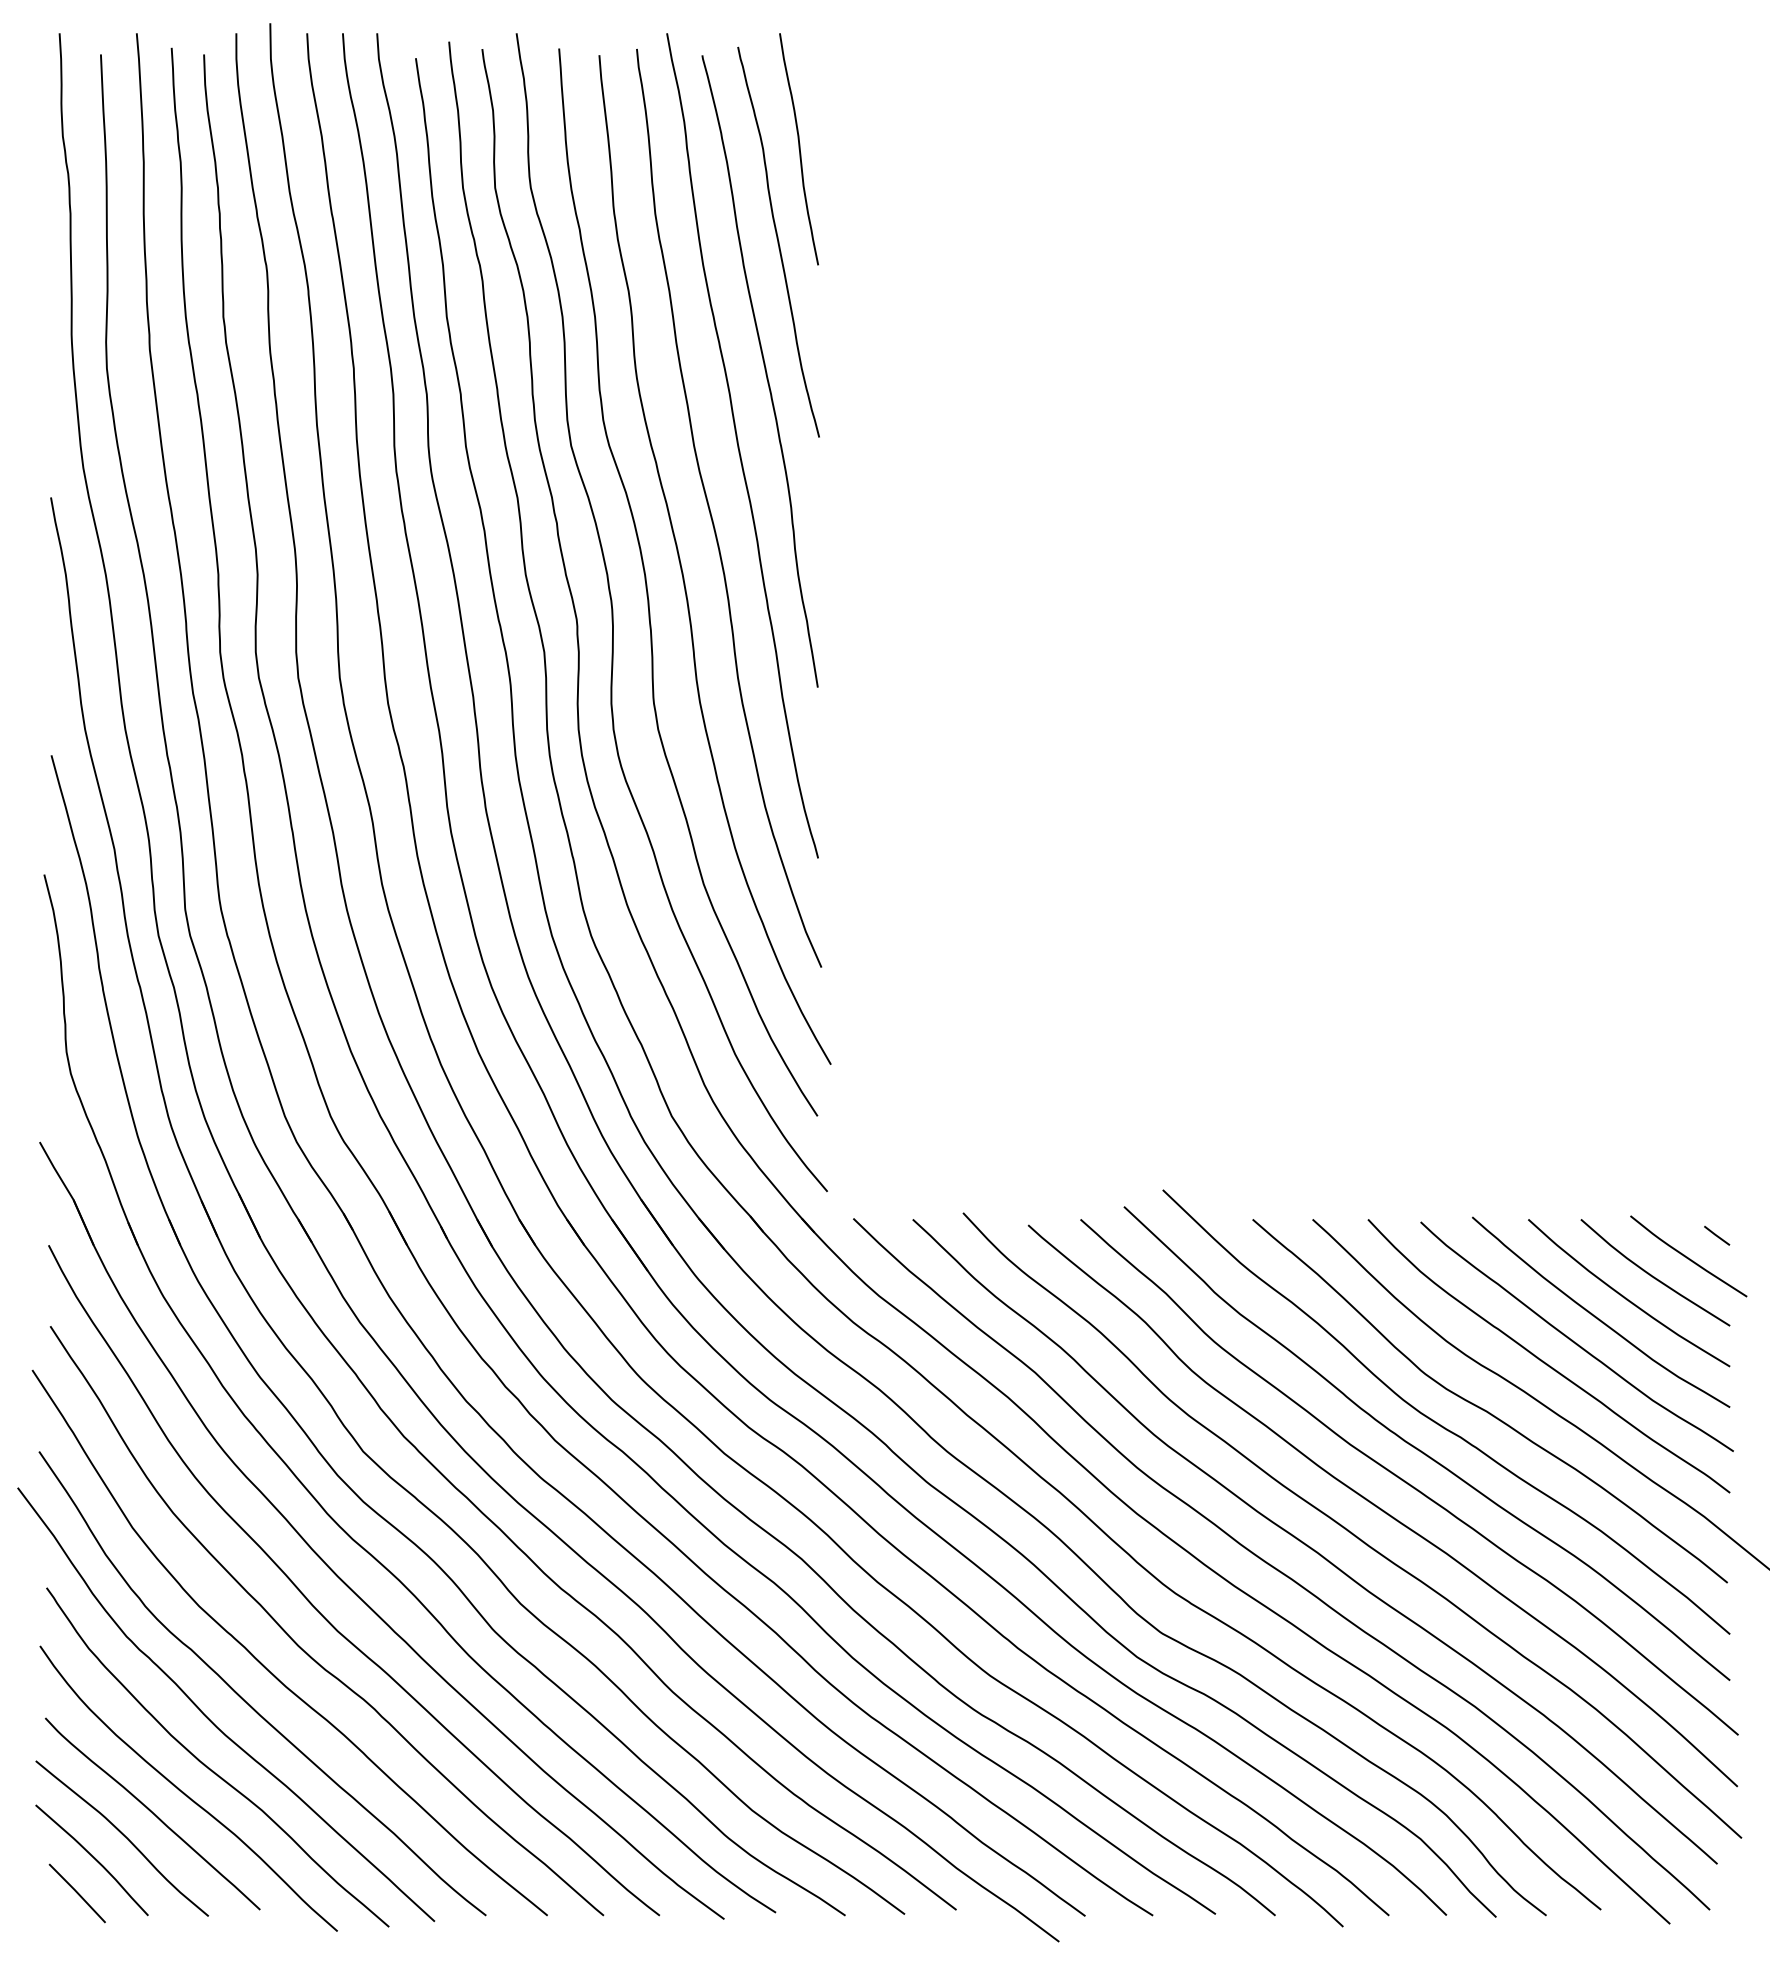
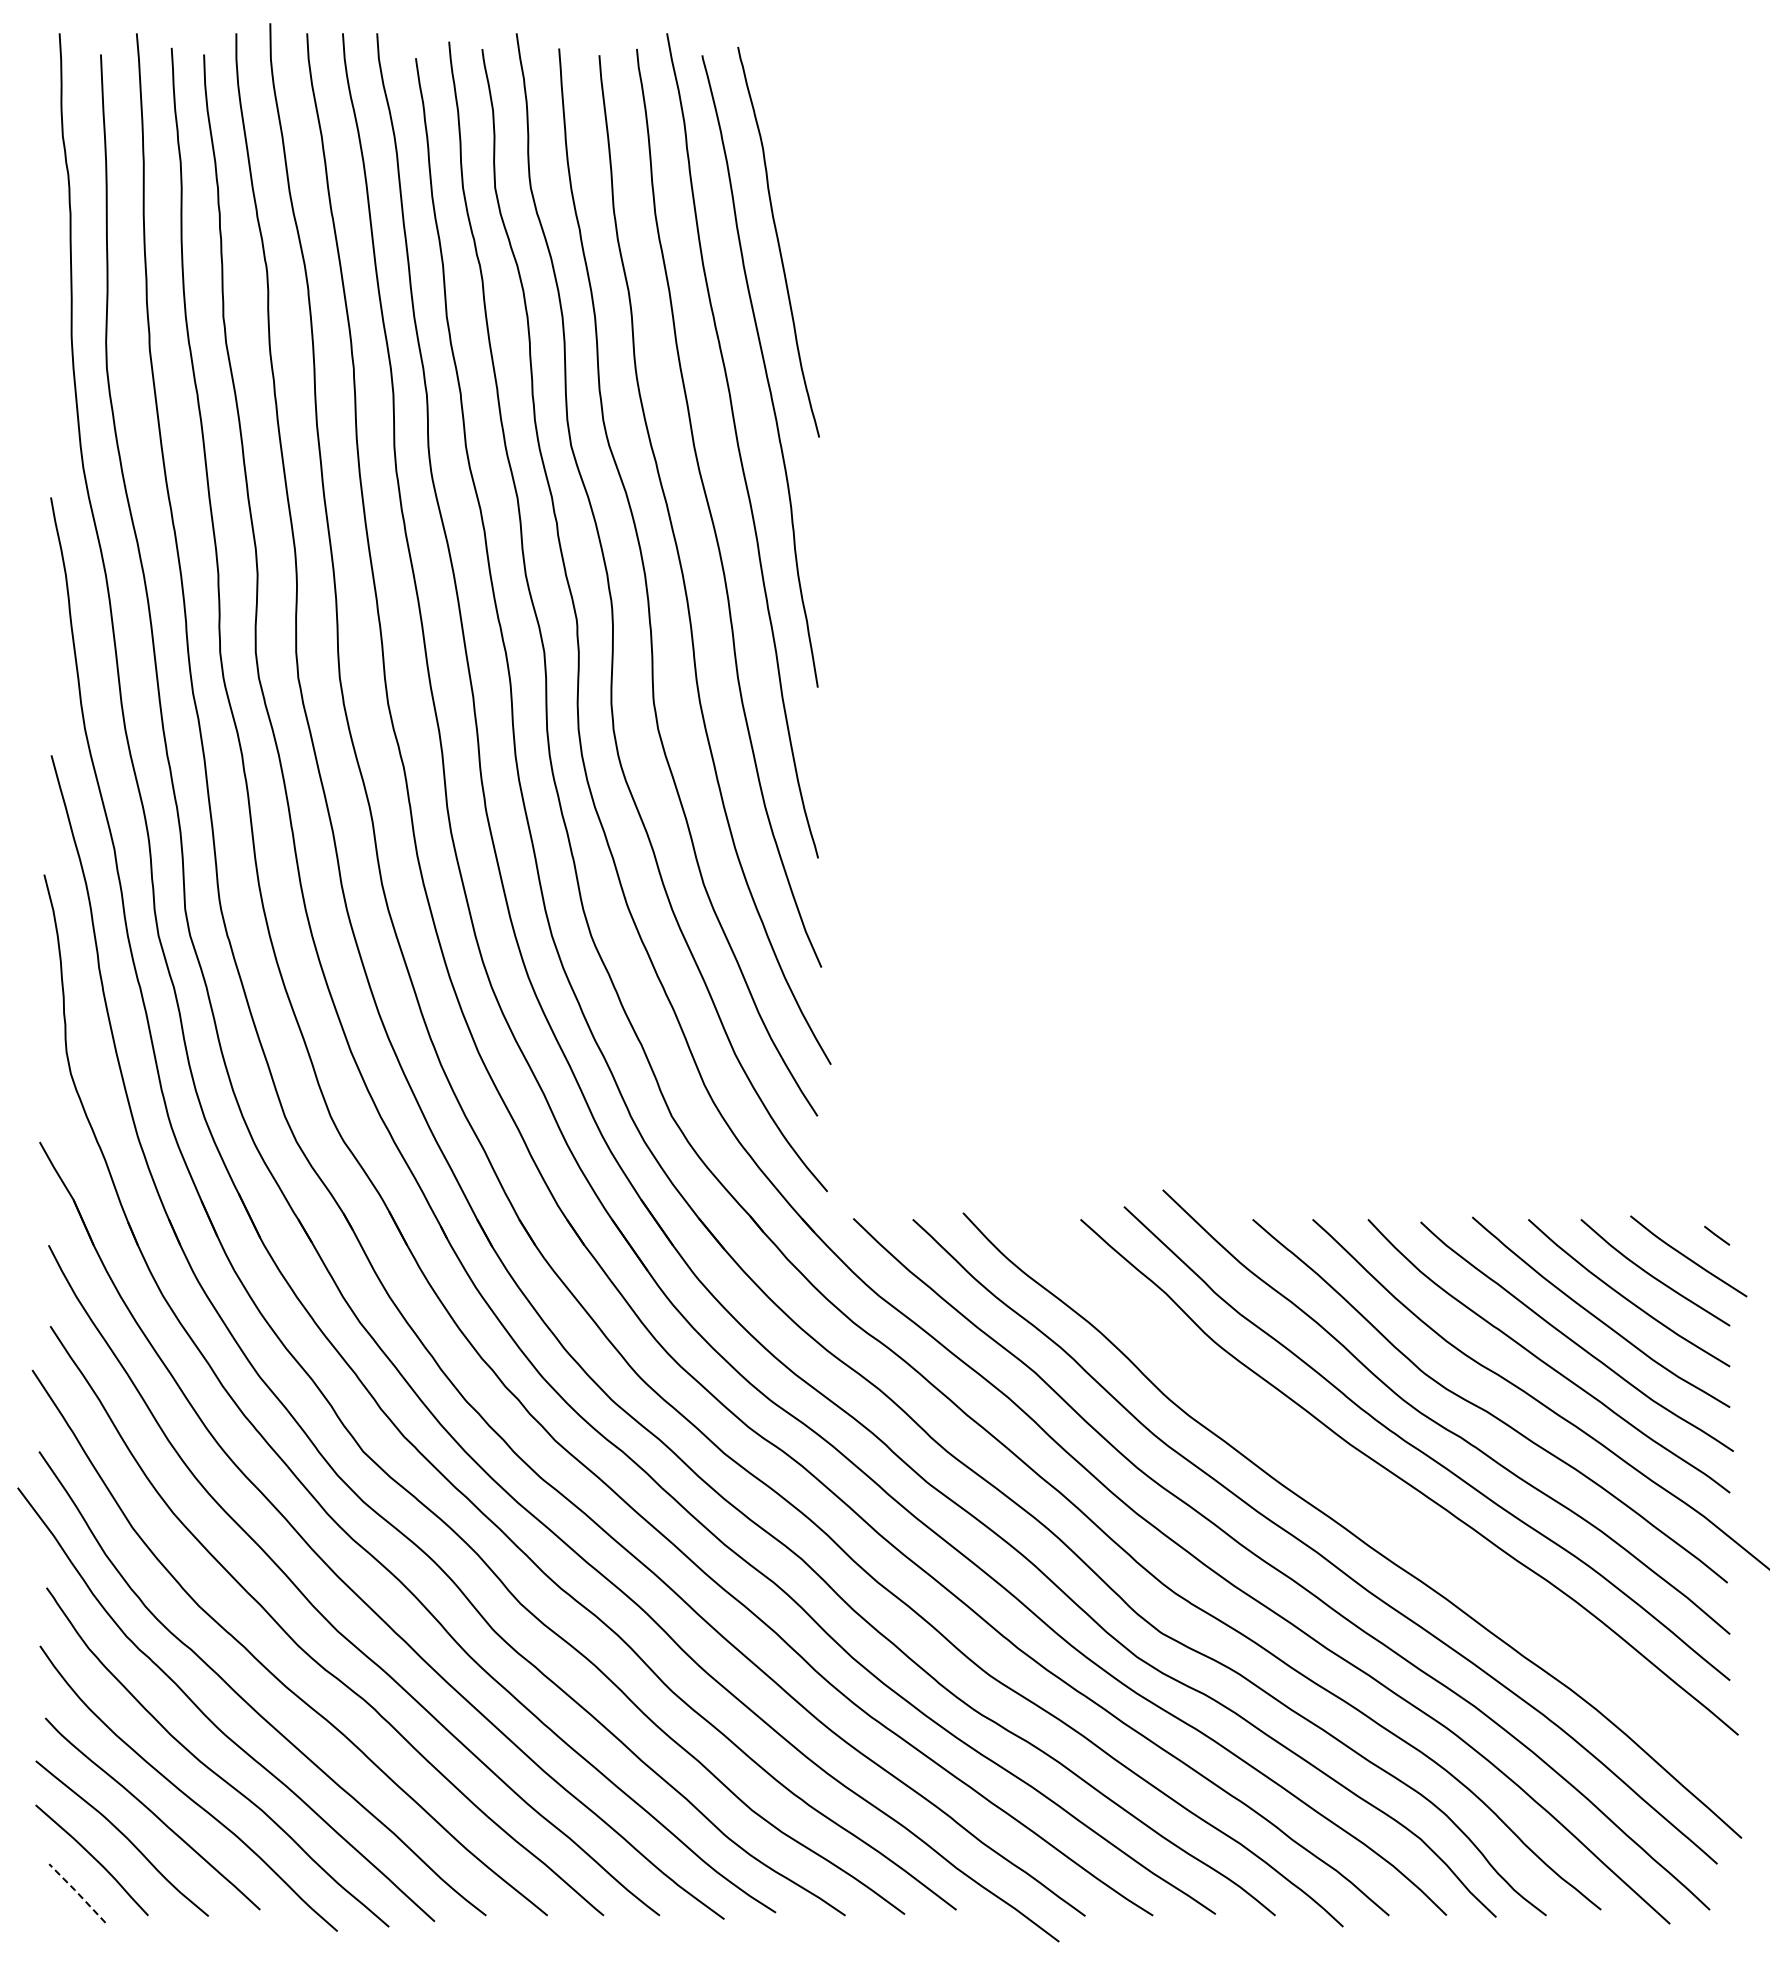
curve at (798, 149): present -> none
curve at (1380, 1507): present -> none
line at (77, 1892): solid -> dashed
